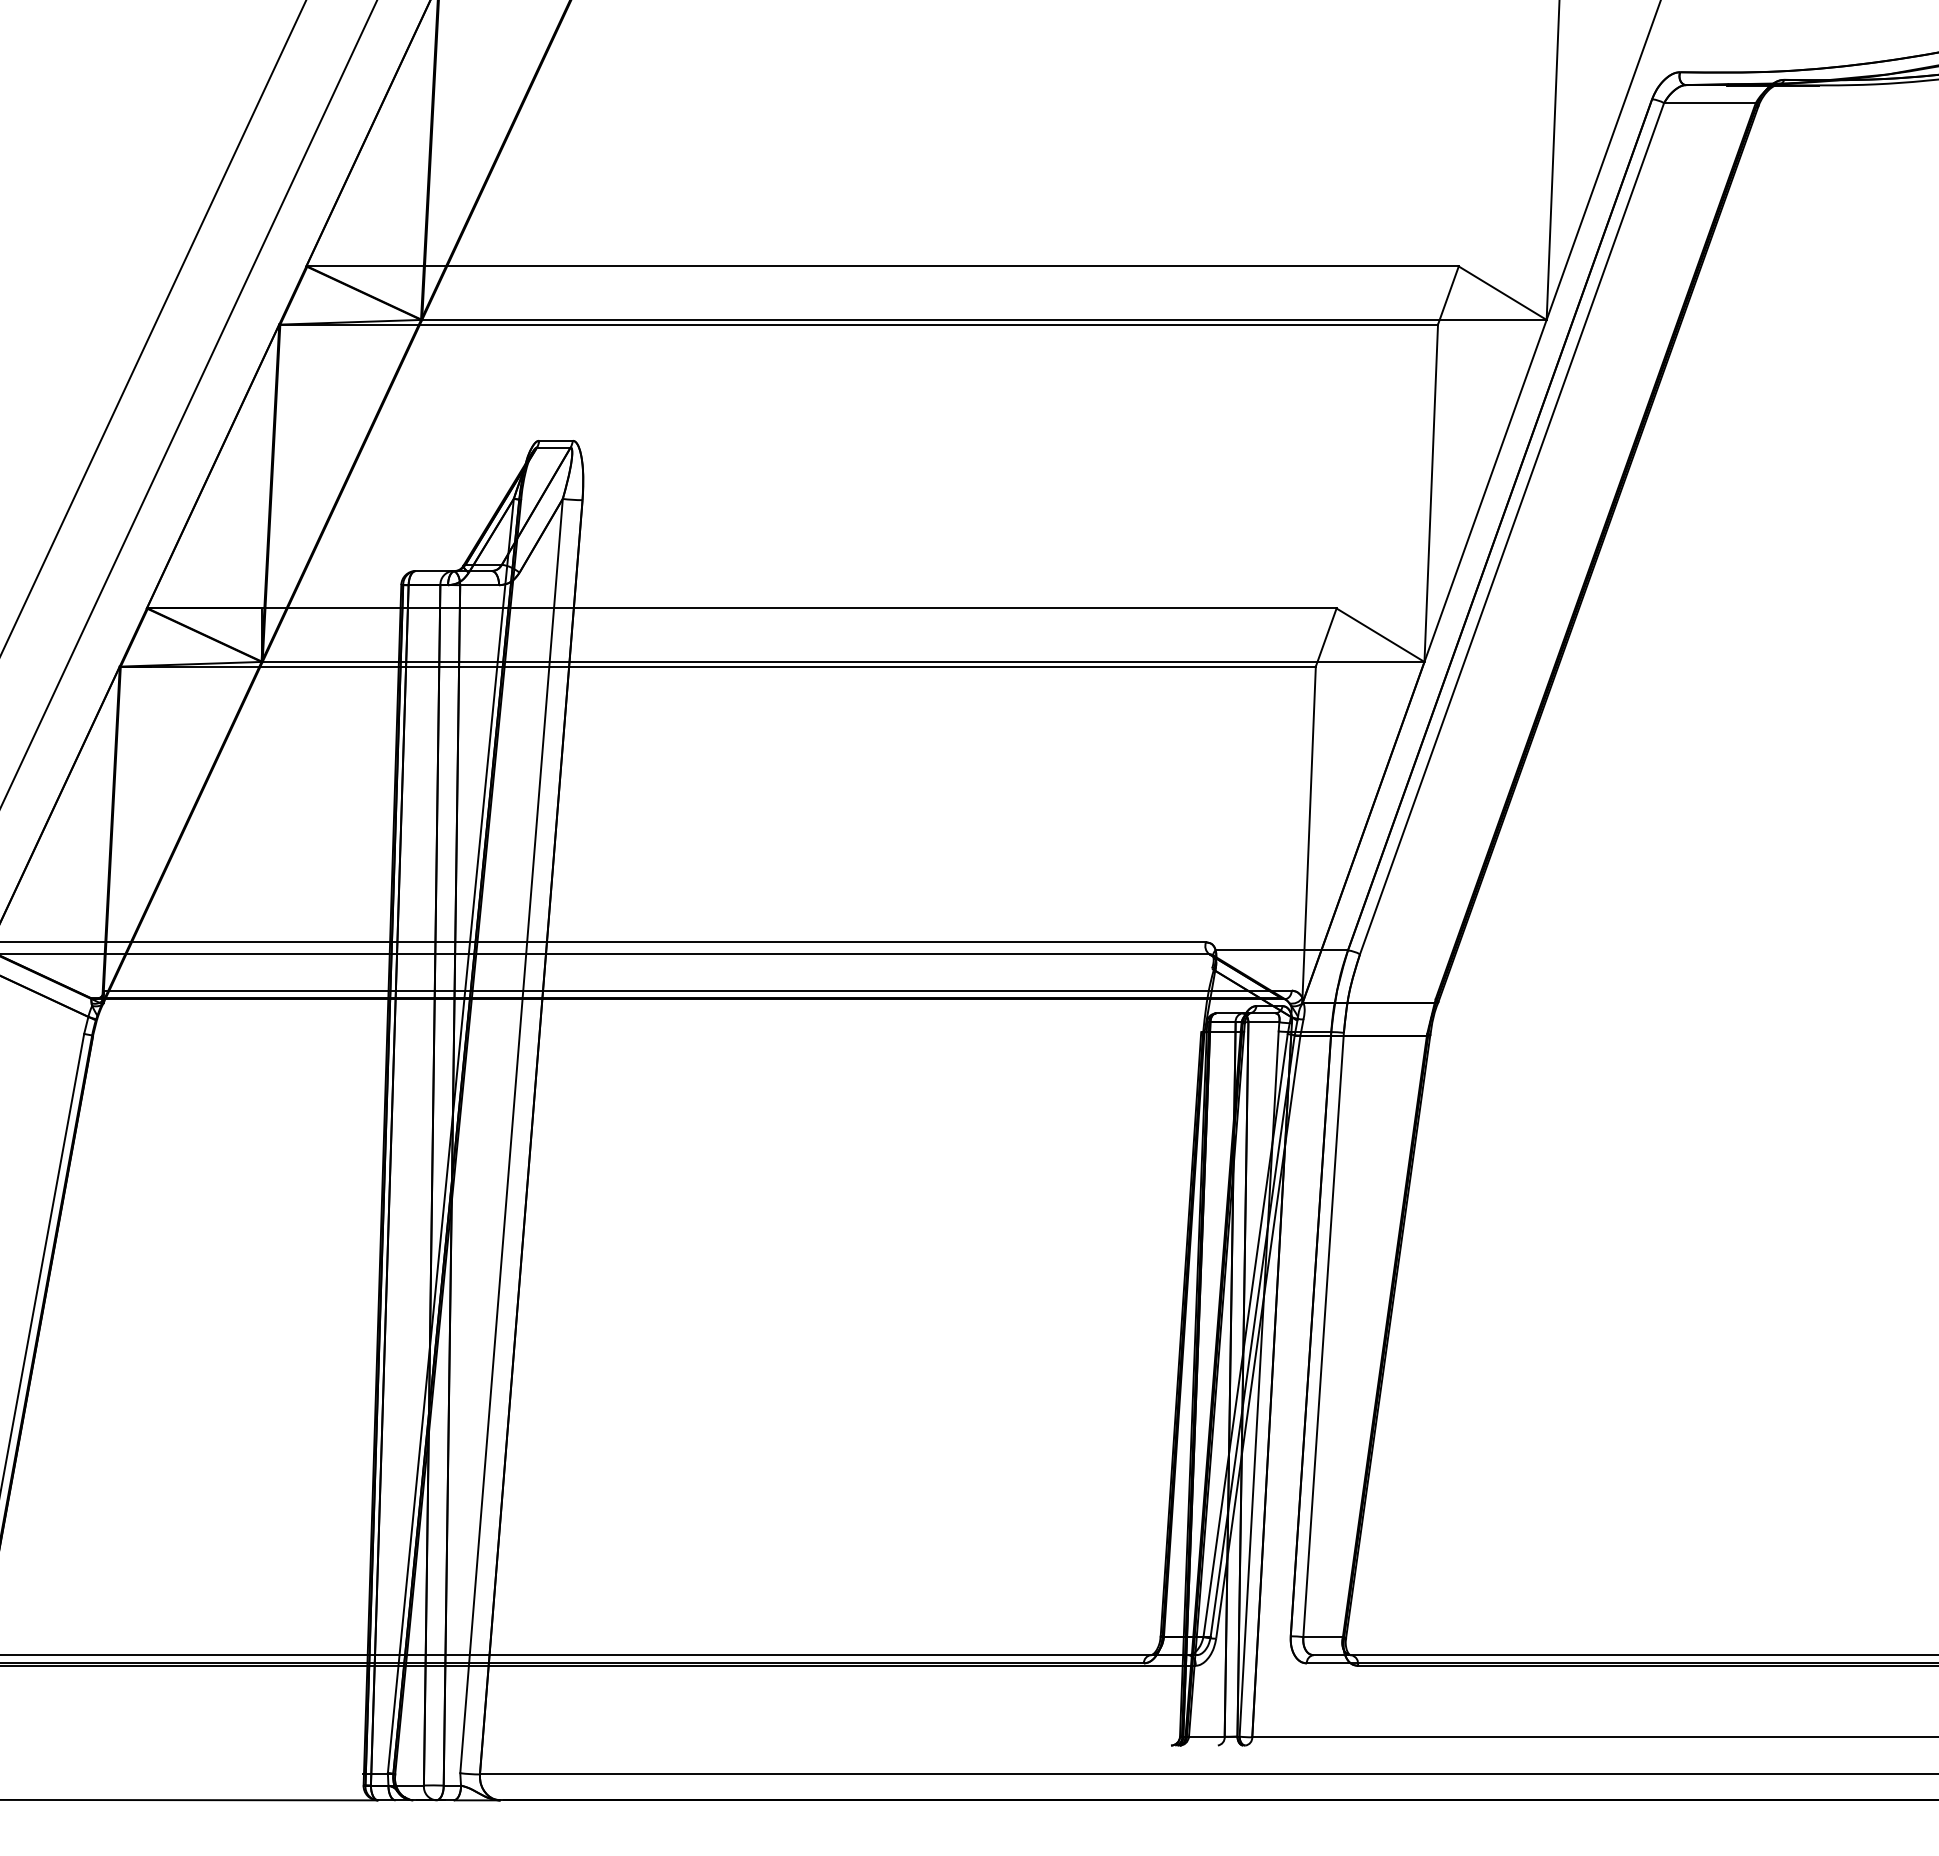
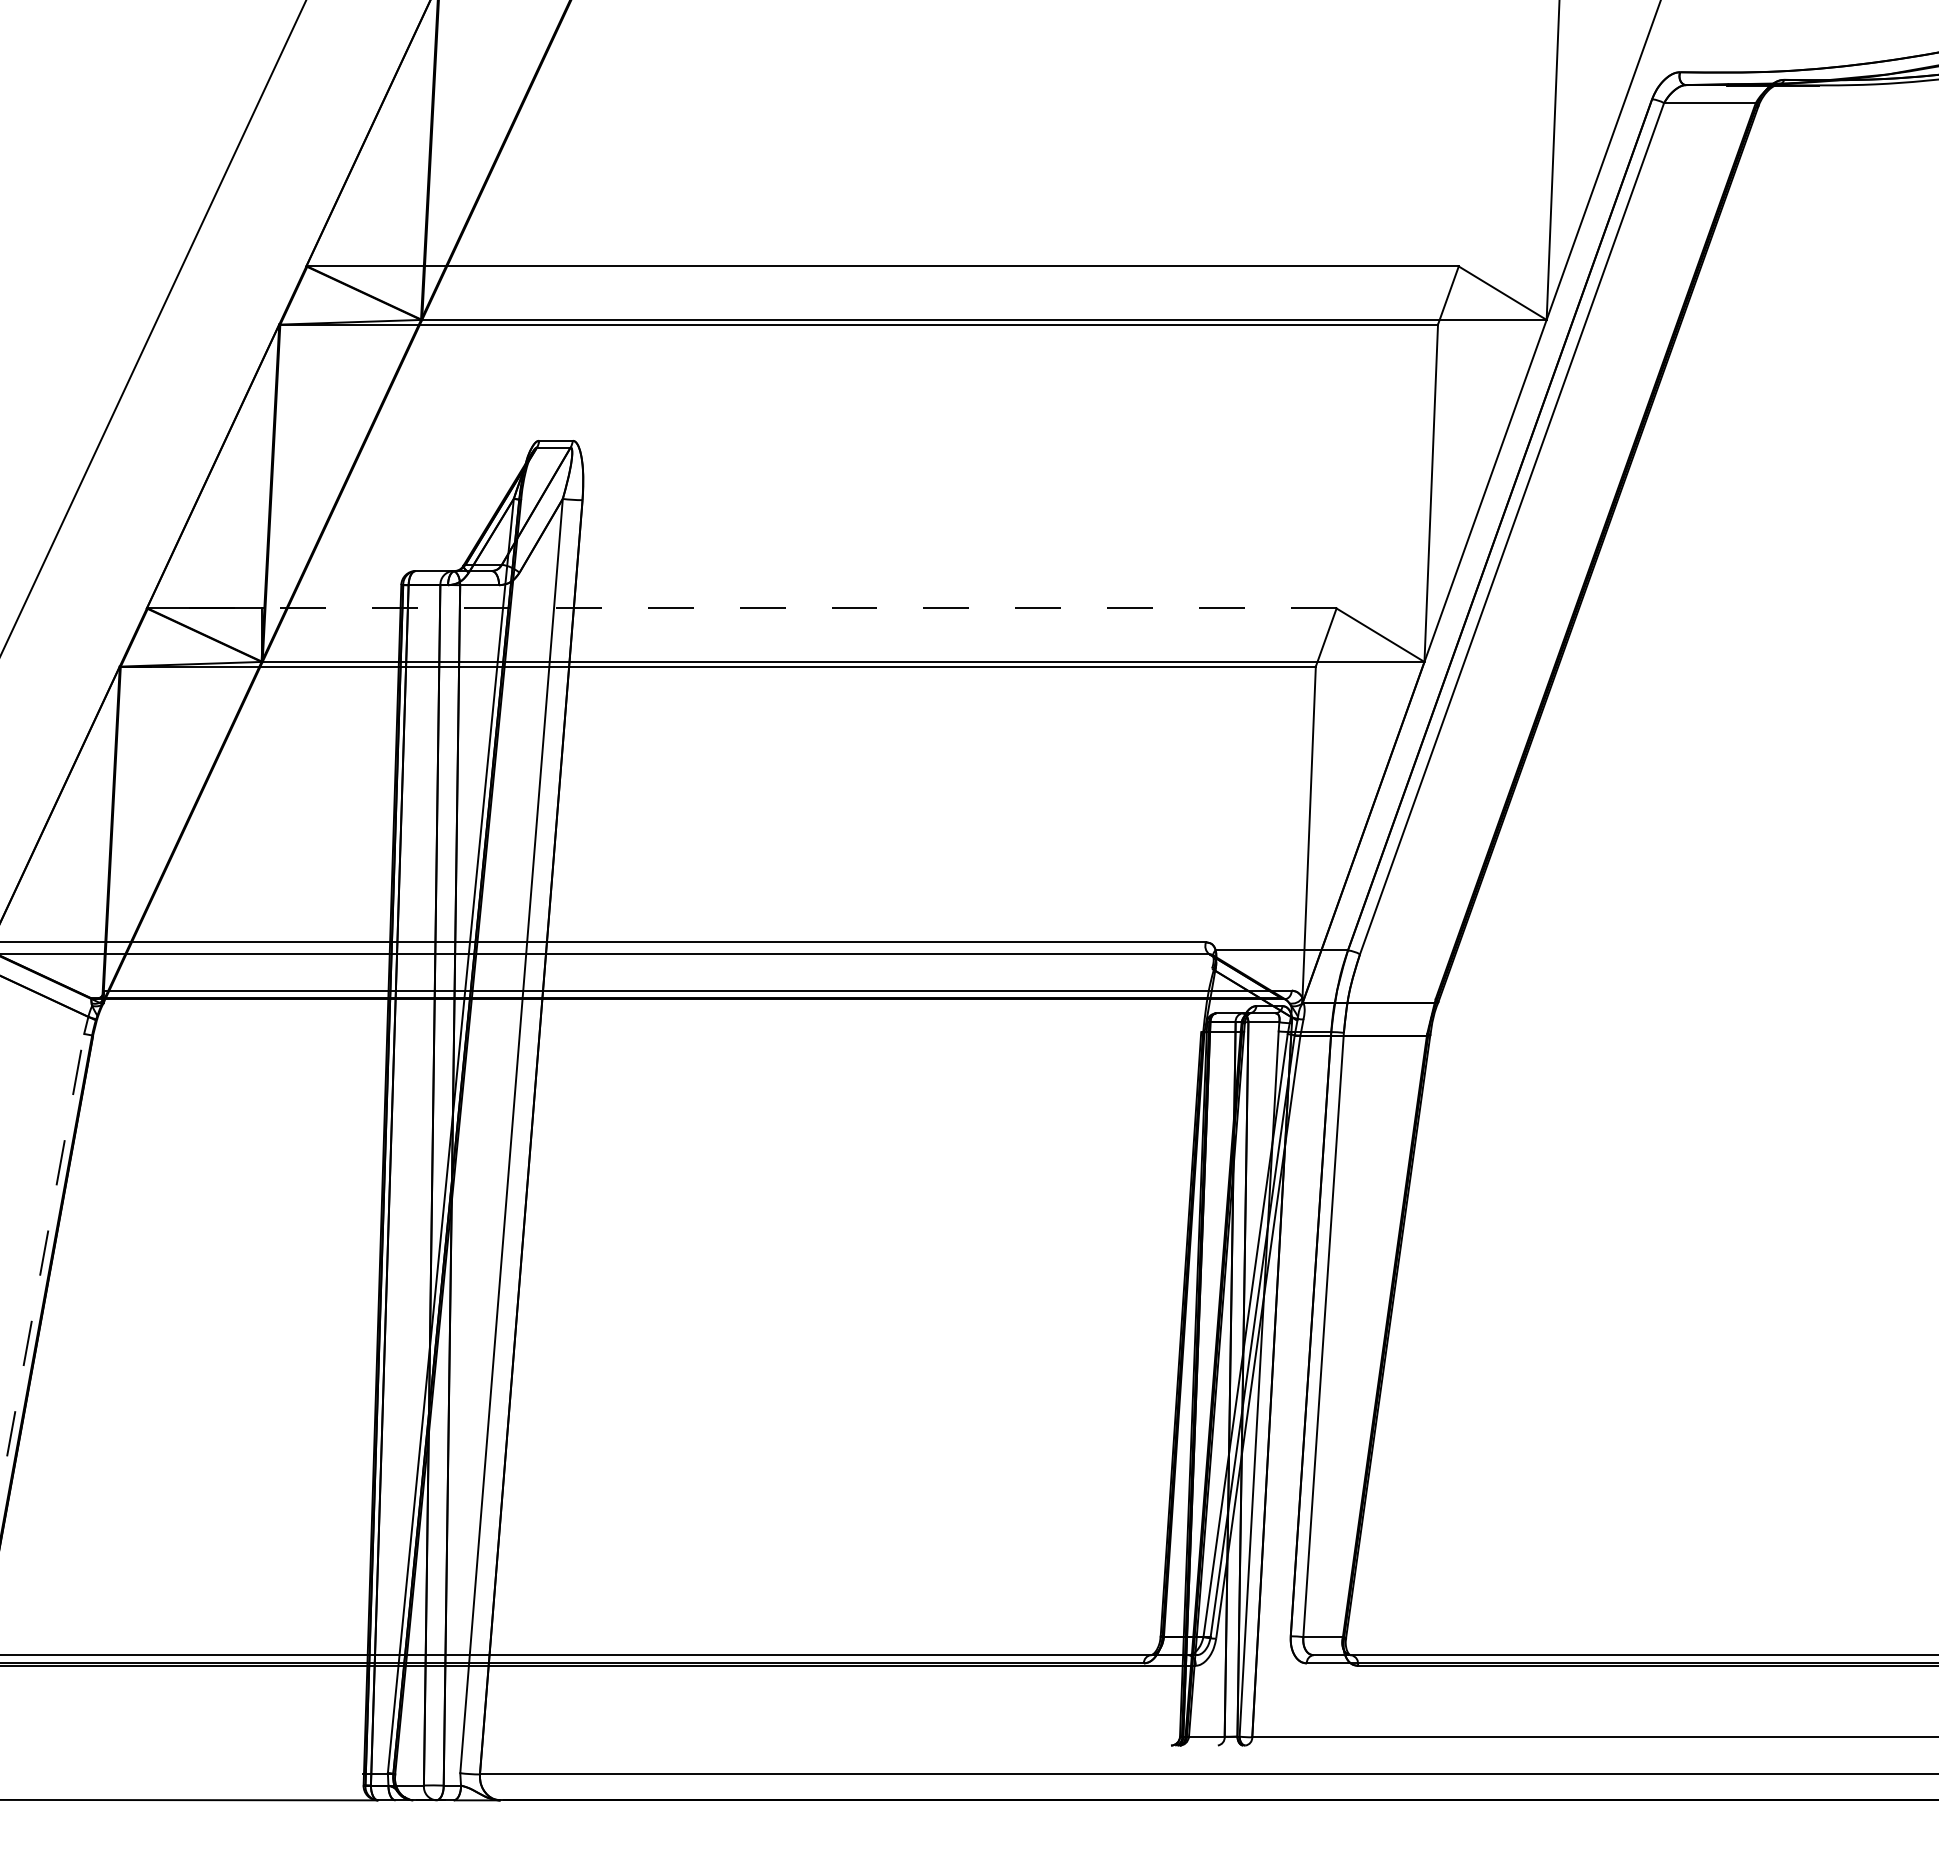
line at (189, 403): present -> none
line at (741, 608): solid -> dashed
line at (42, 1263): solid -> dashed
